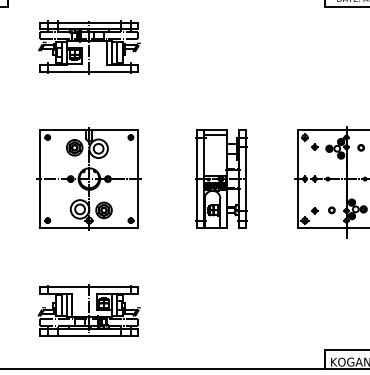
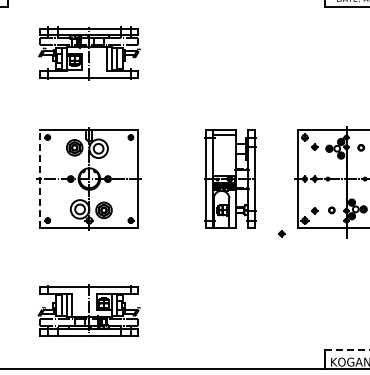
part at (89, 47) position: (89, 47) -> (89, 53)
part at (221, 178) position: (221, 178) -> (230, 178)
line at (40, 179): solid -> dashed
part at (281, 233): none -> present
line at (347, 349): solid -> dashed
